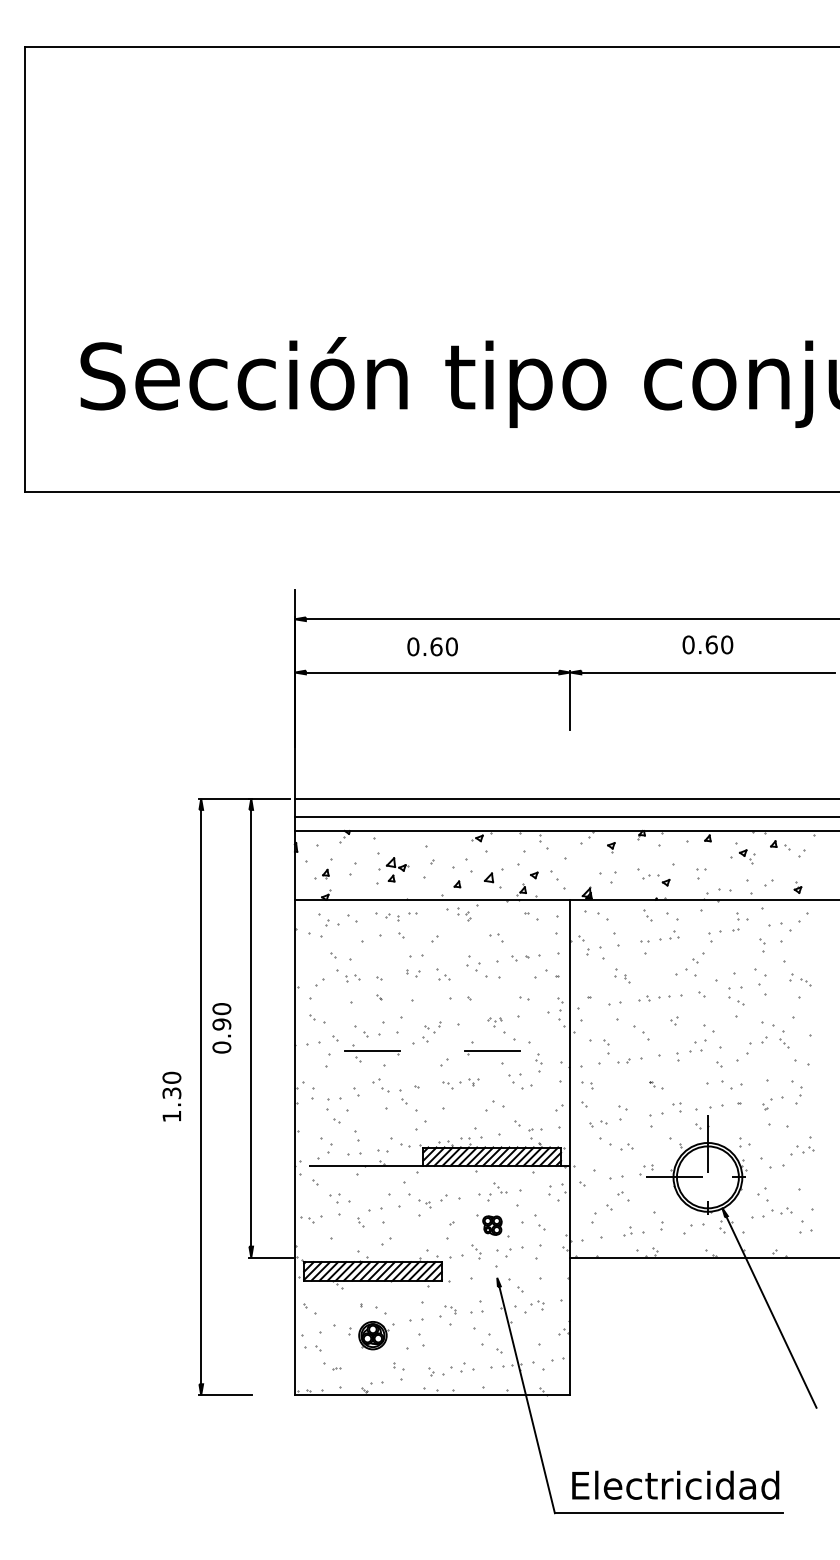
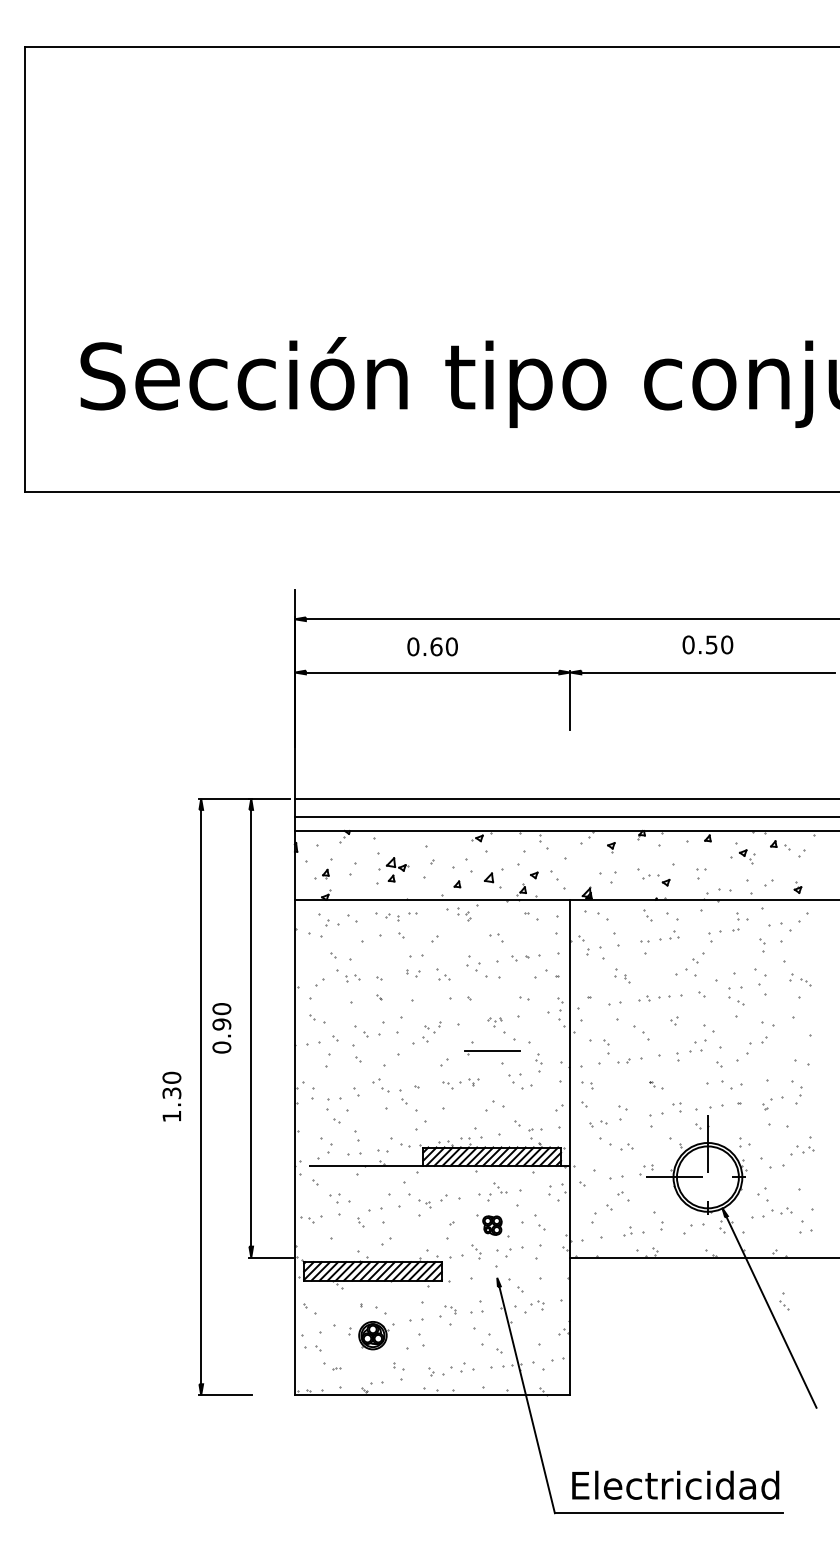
text at (711, 644): 0.60 -> 0.50
part at (784, 1039) position: (784, 1039) -> (784, 1301)
line at (372, 1051): present -> none
